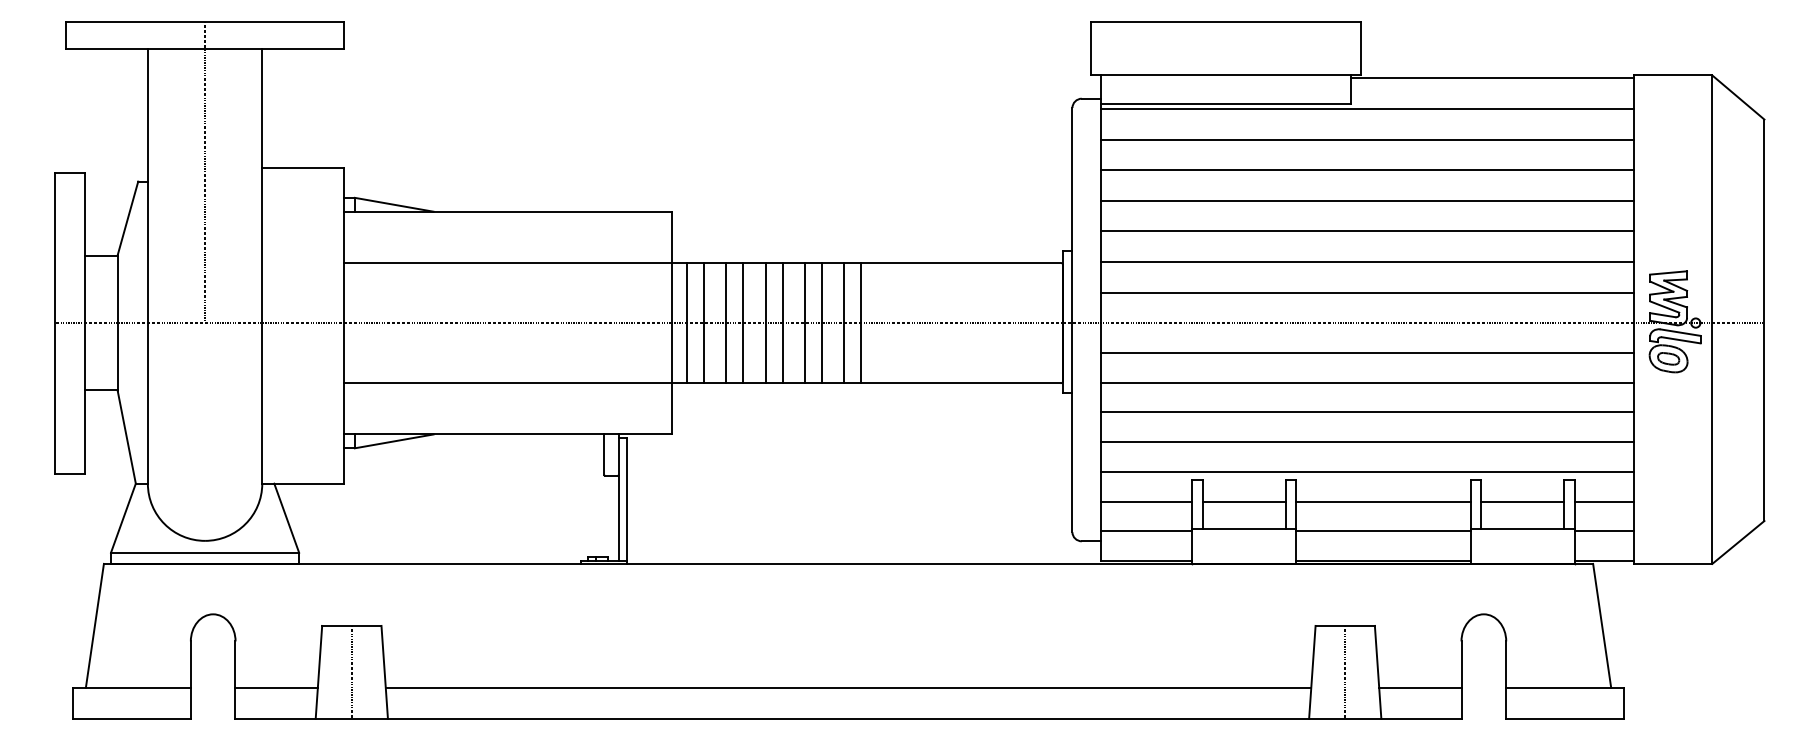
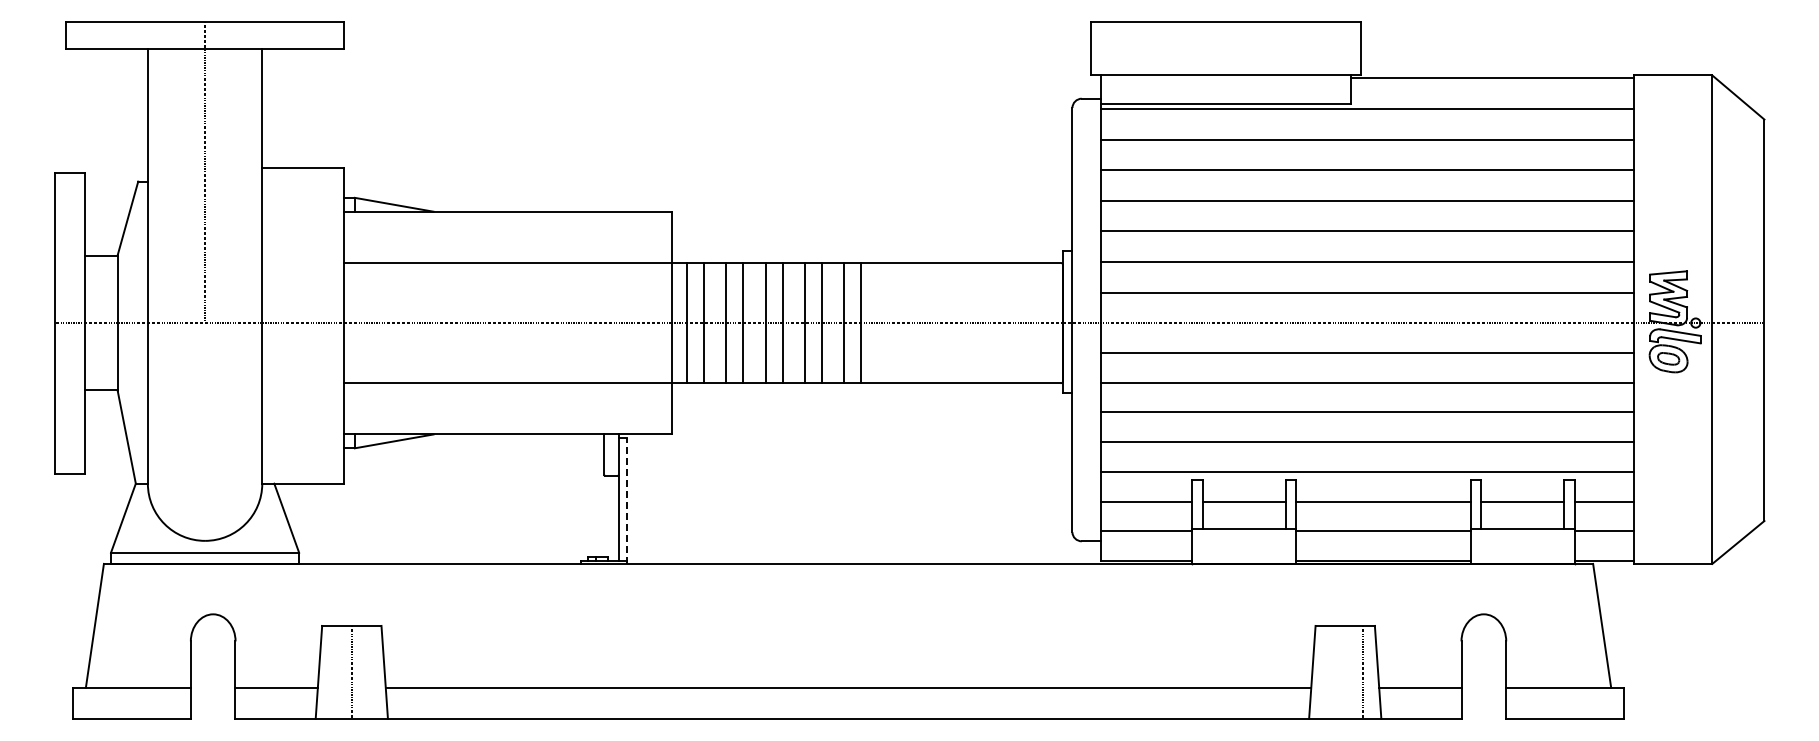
line at (626, 501): solid -> dashed
line at (1345, 671) position: (1345, 671) -> (1363, 671)
